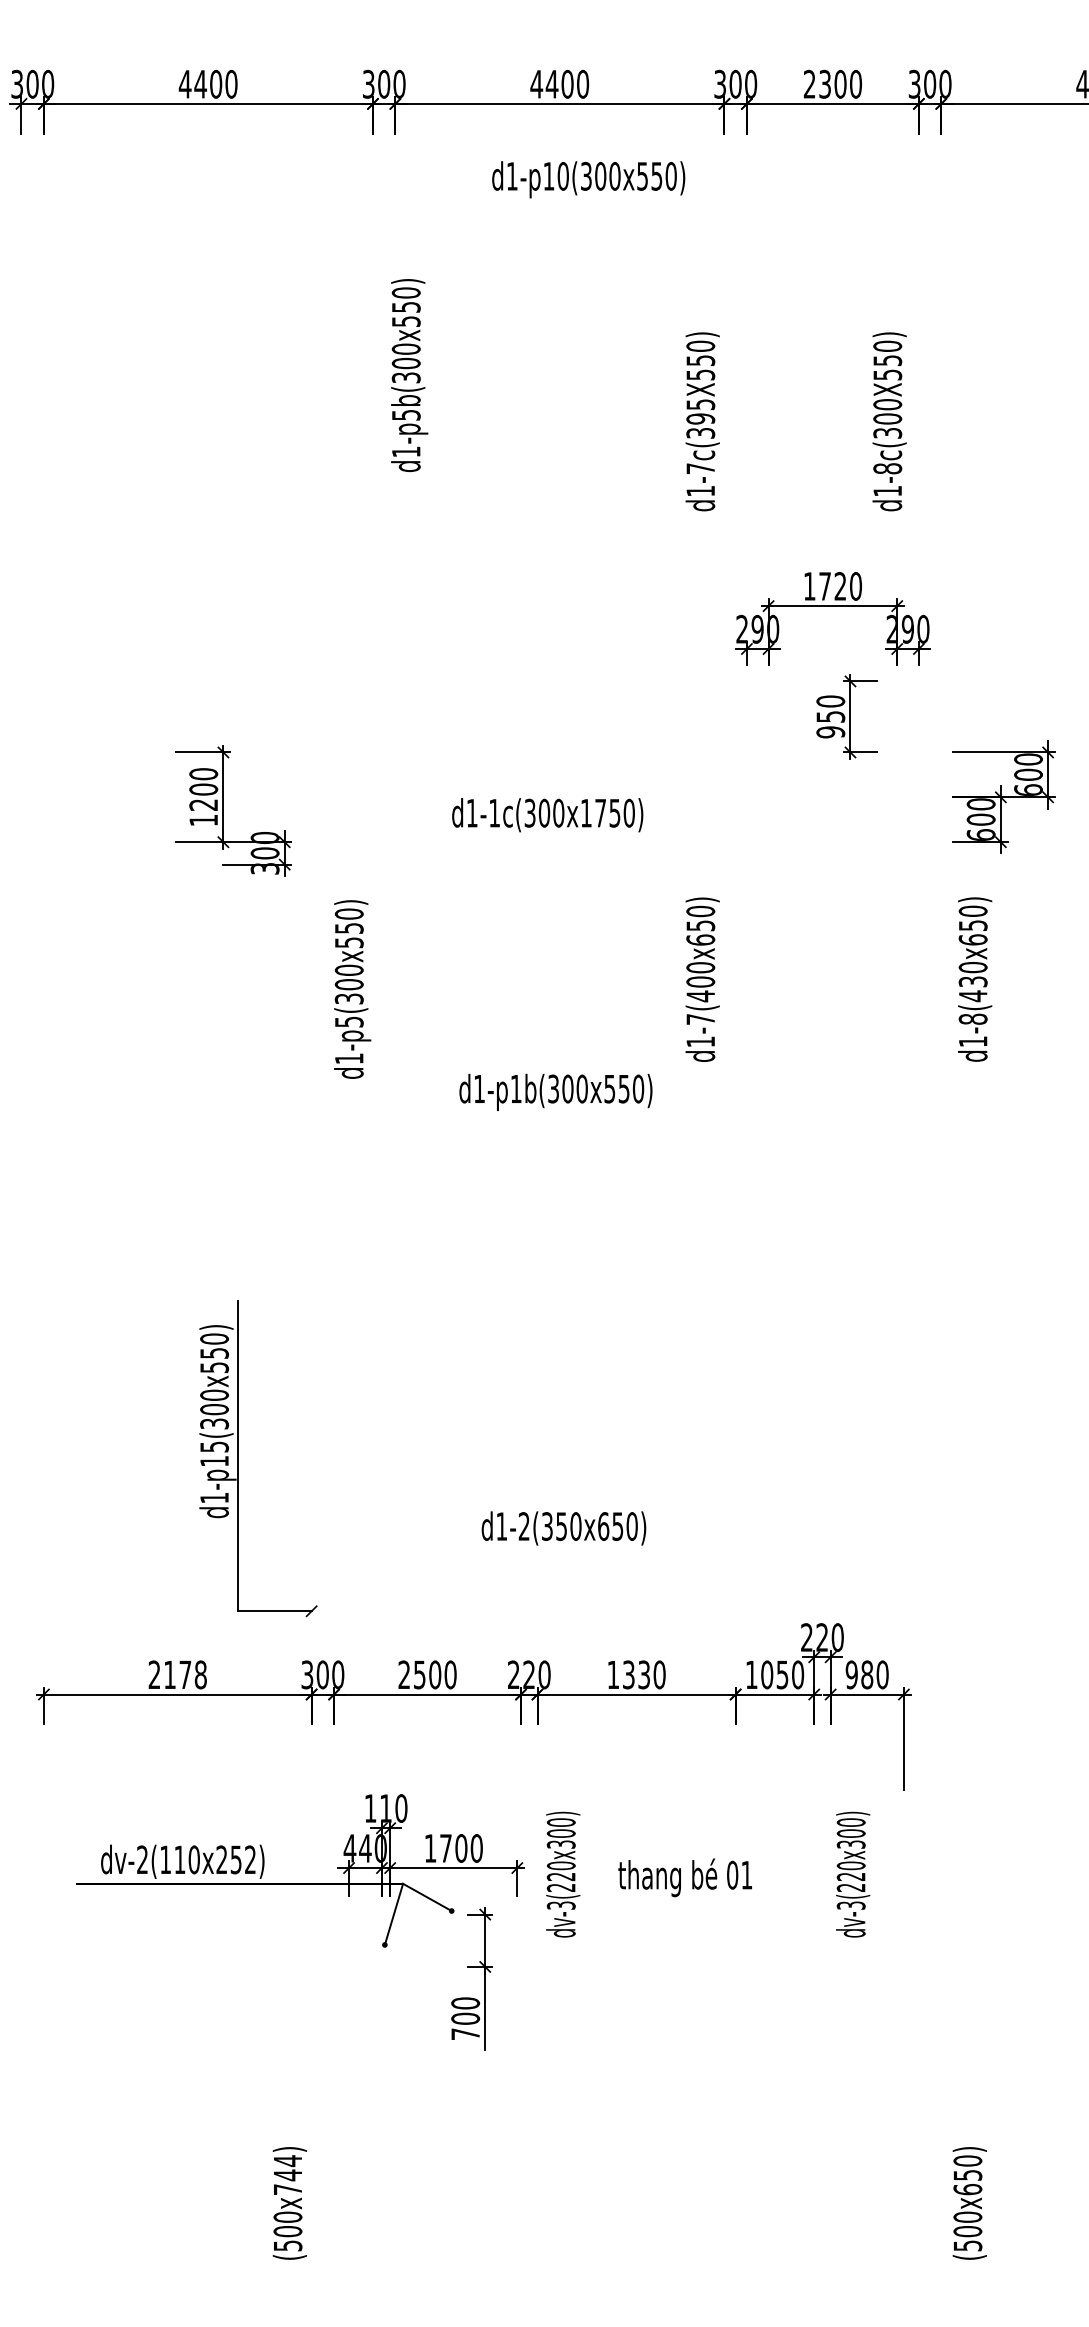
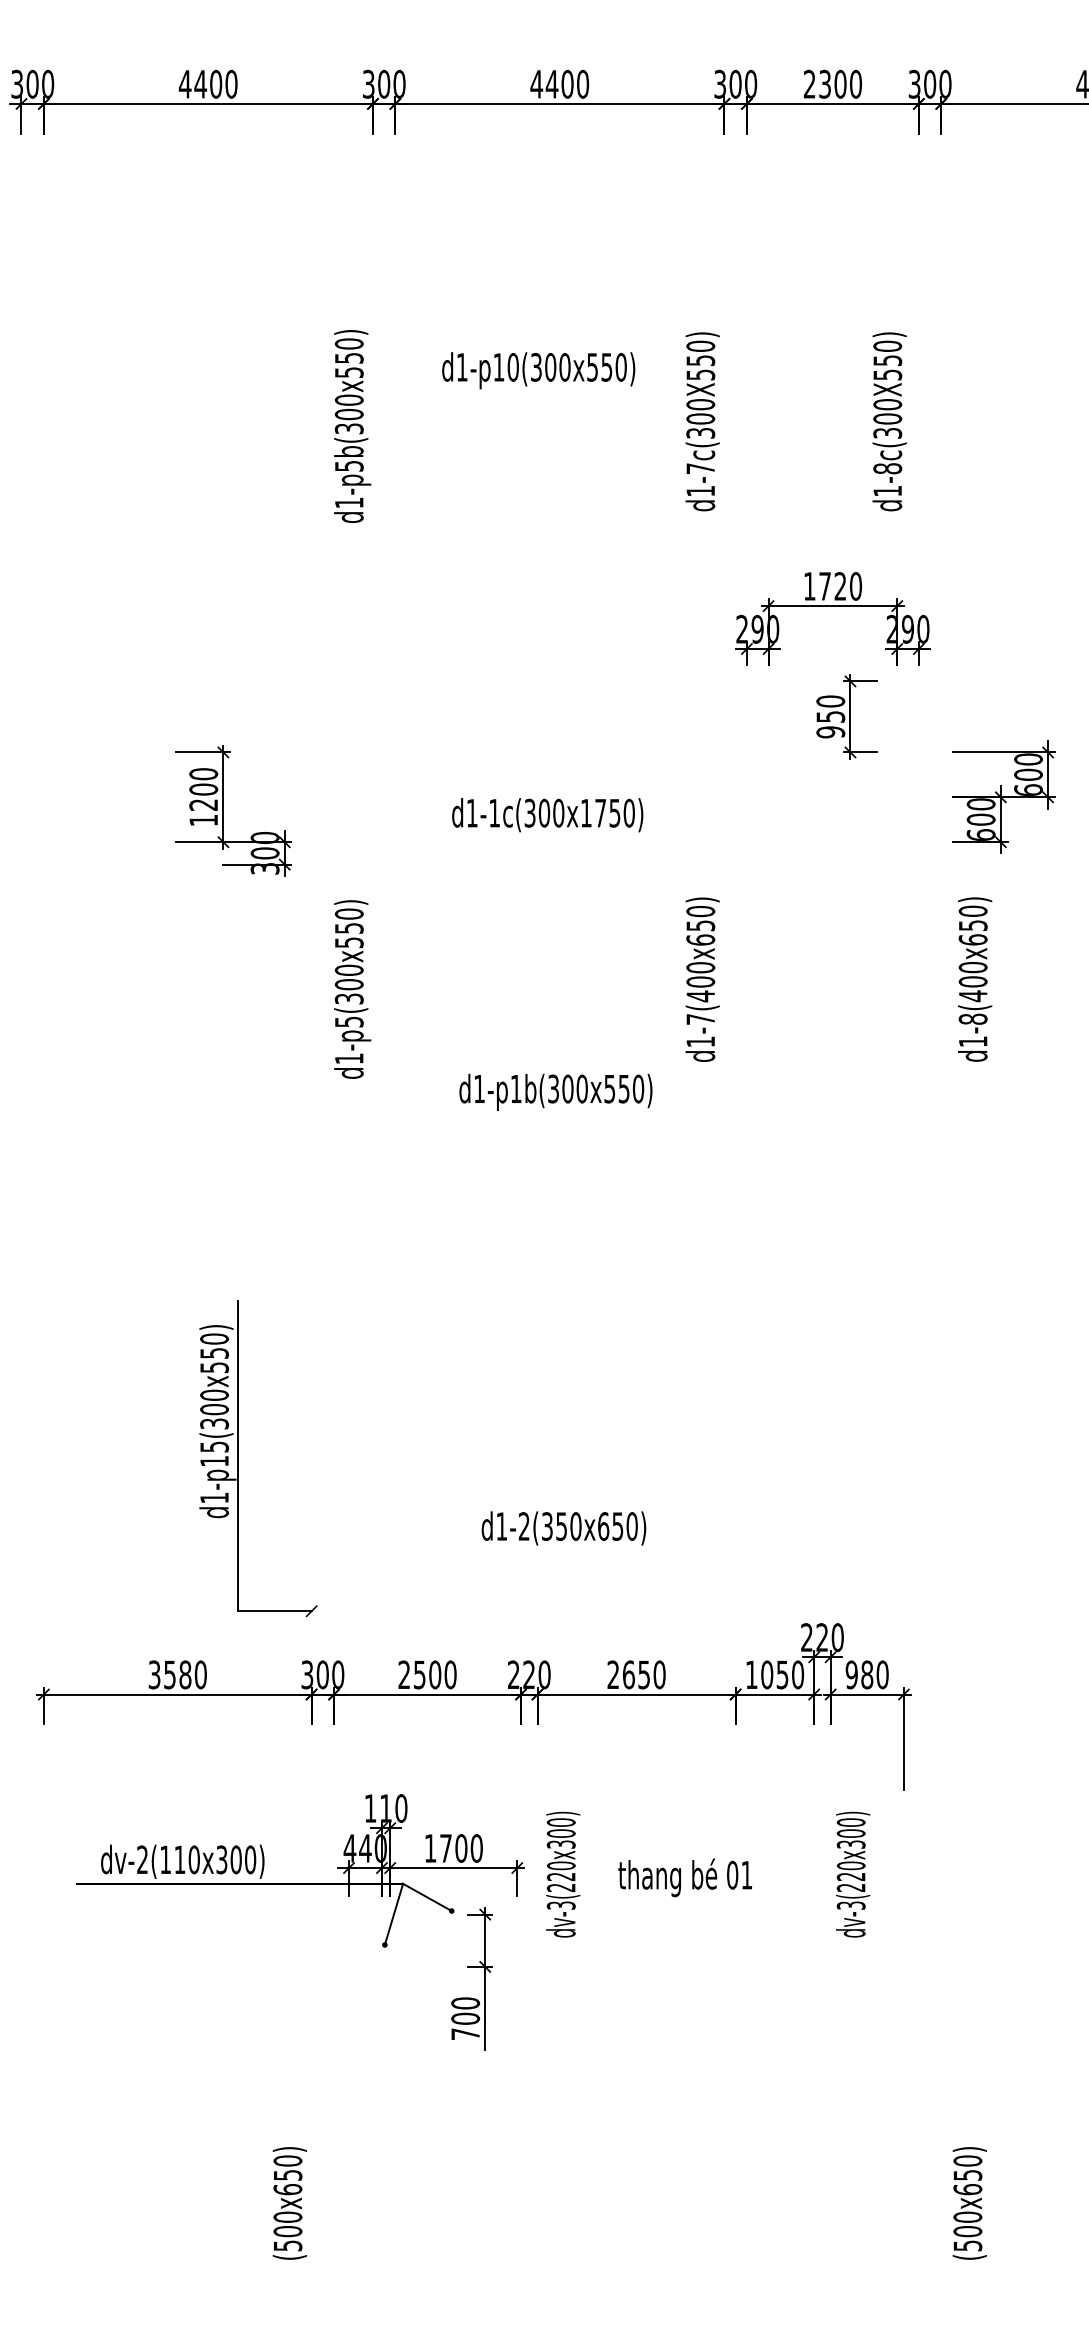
text at (588, 179) position: (588, 179) -> (538, 370)
text at (409, 375) position: (409, 375) -> (352, 426)
text at (700, 411): d1-7c(395X550) -> d1-7c(300X550)
text at (972, 981): d1-8(430x650) -> d1-8(400x650)
text at (177, 1674): 2178 -> 3580
text at (628, 1674): 1330 -> 2650
text at (236, 1859): dv-2(110x252) -> dv-2(110x300)
text at (287, 2175): (500x744) -> (500x650)
